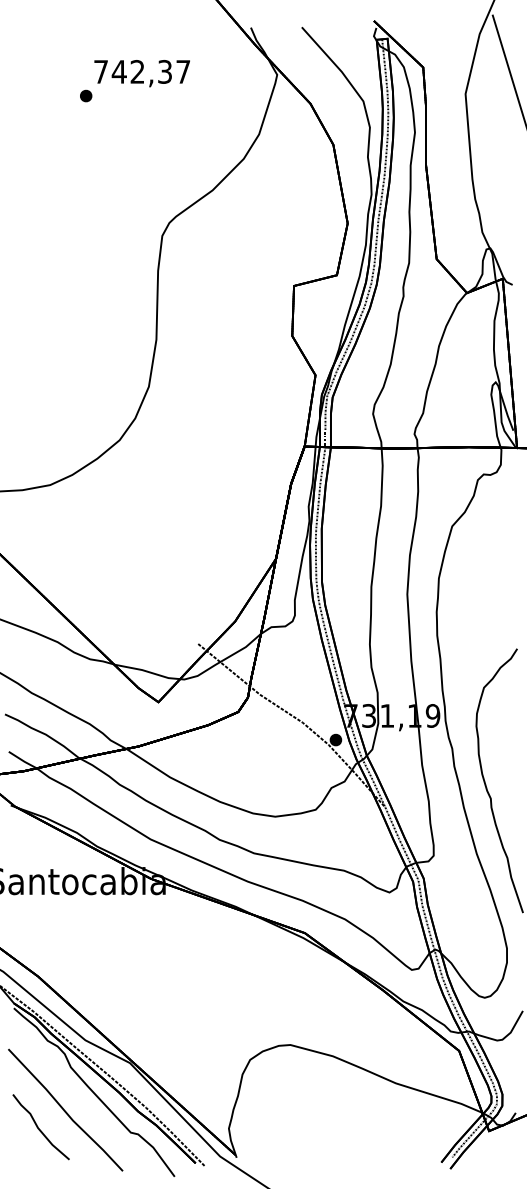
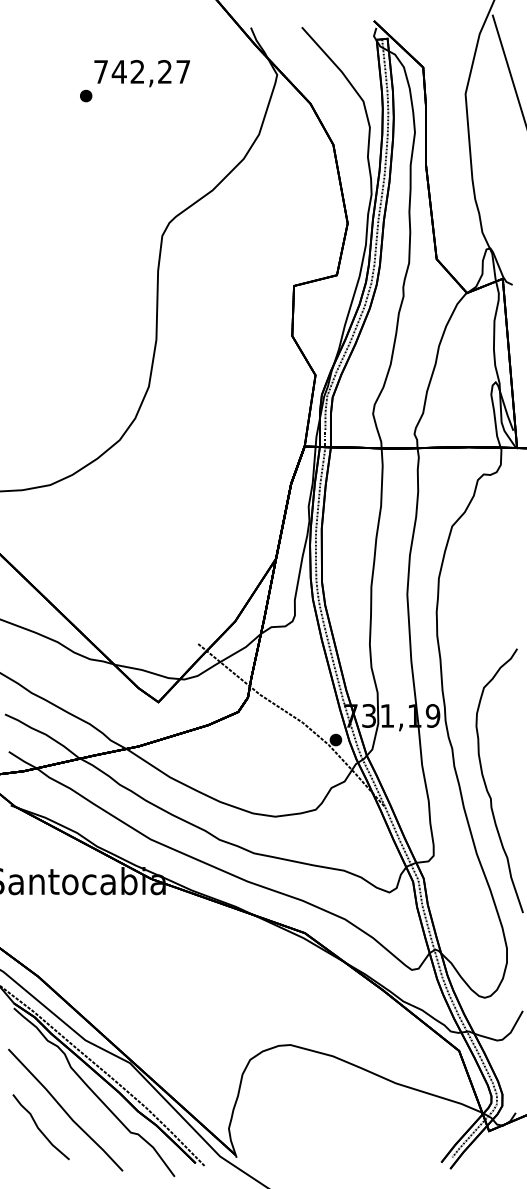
text at (164, 71): 742,37 -> 742,27
